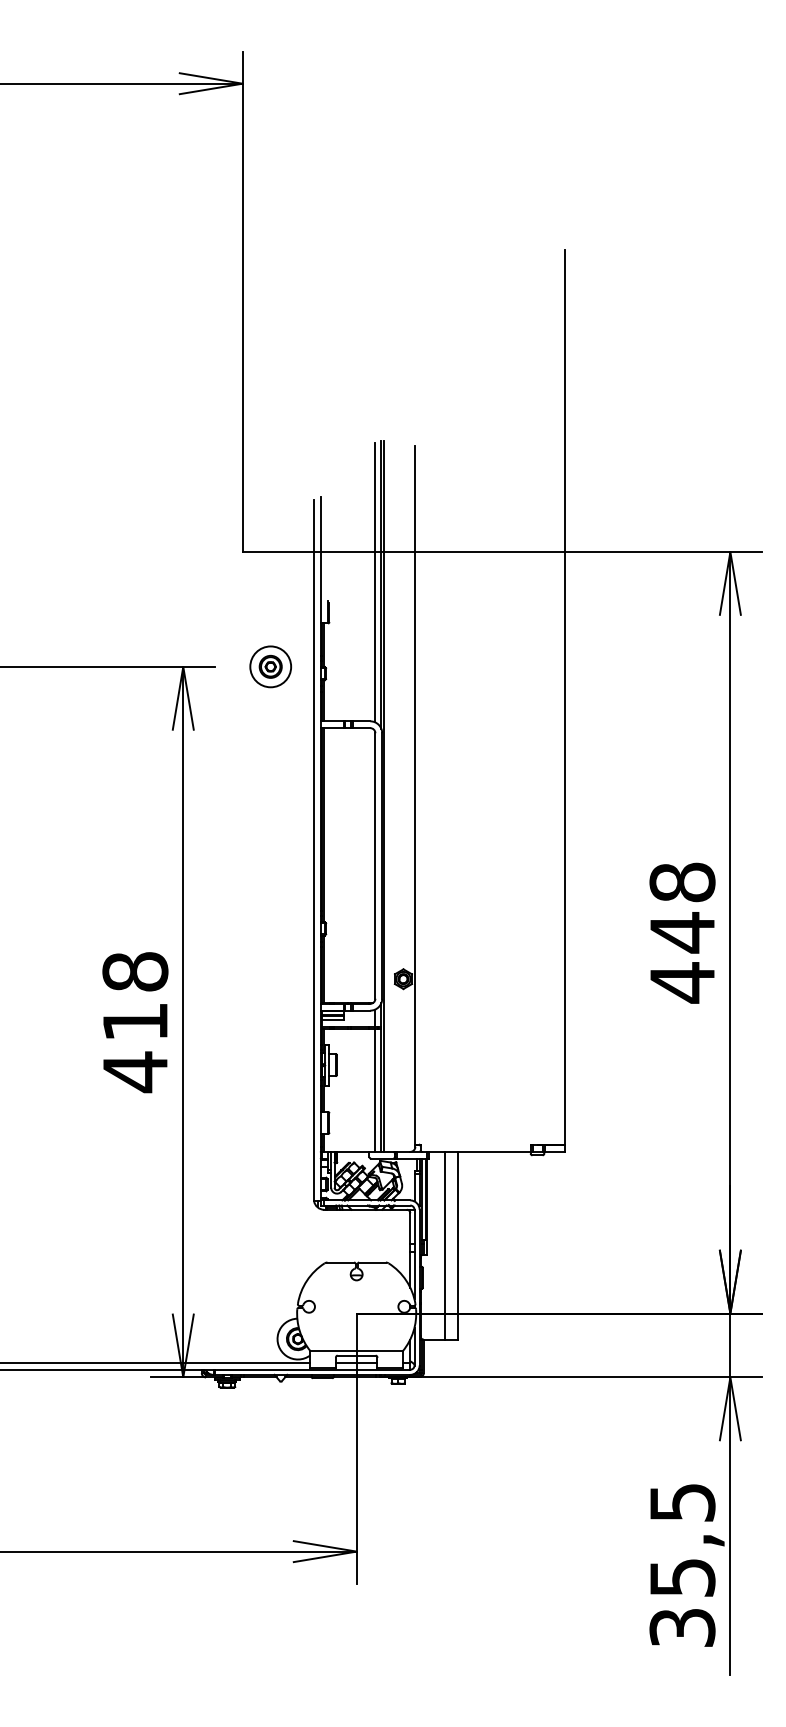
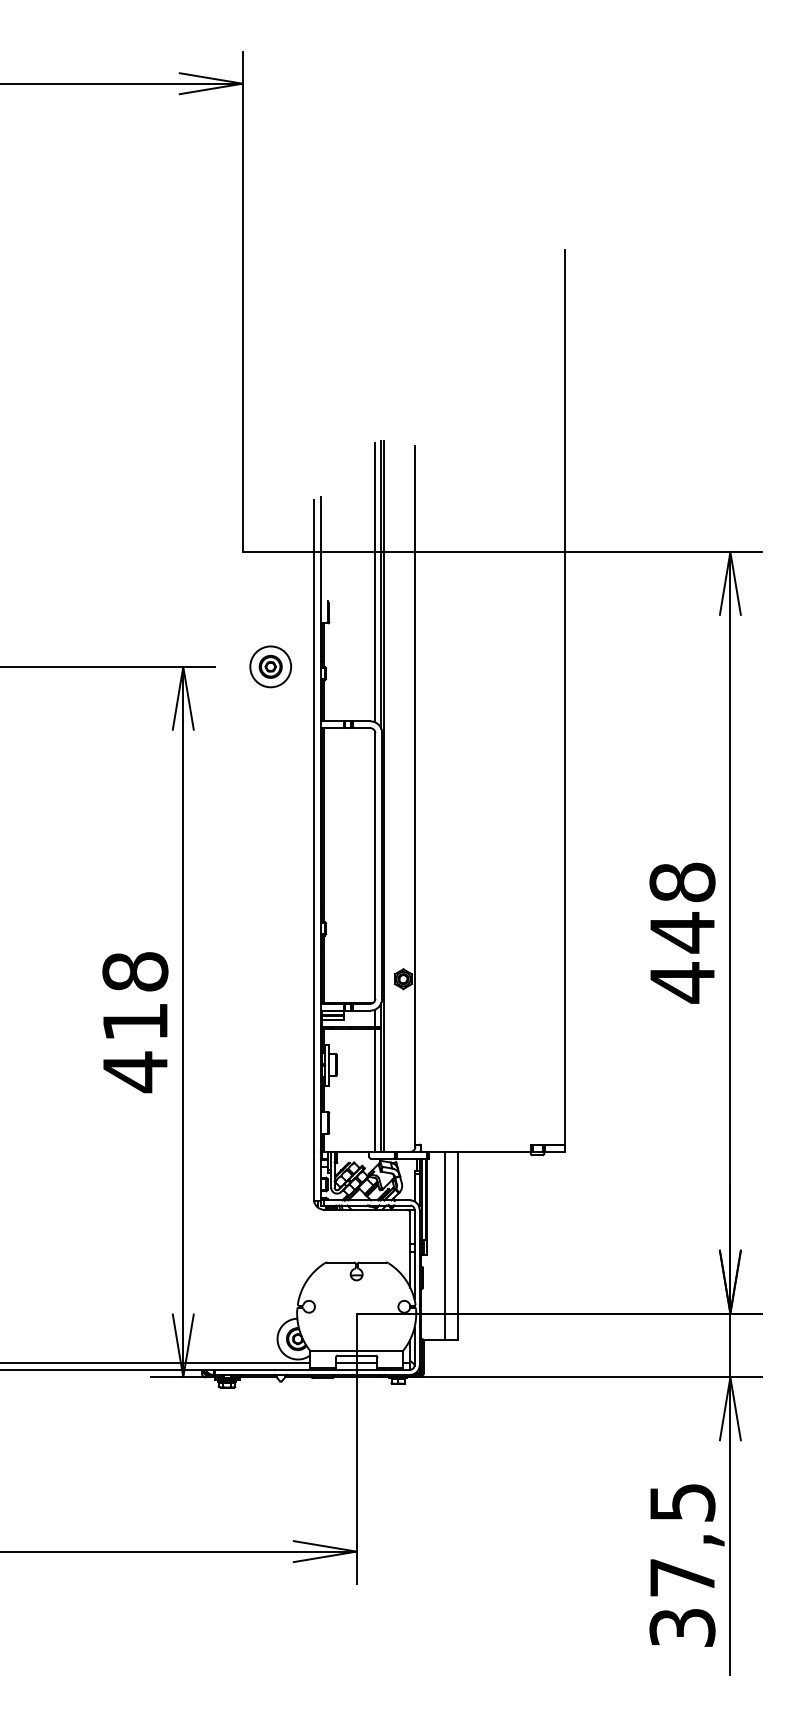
text at (682, 1577): 35,5 -> 37,5
